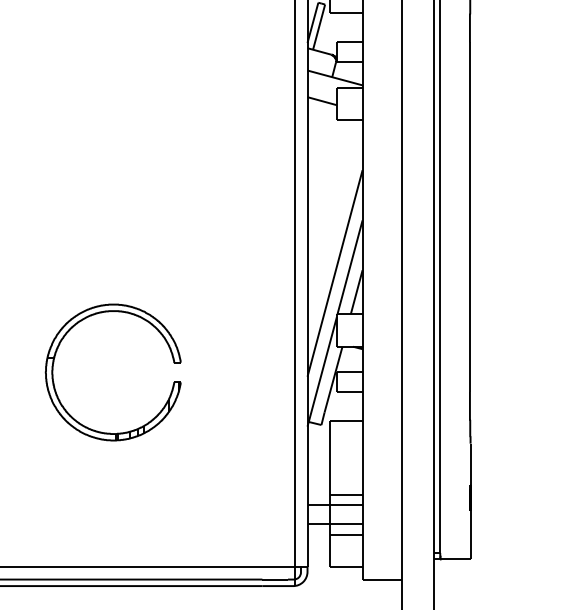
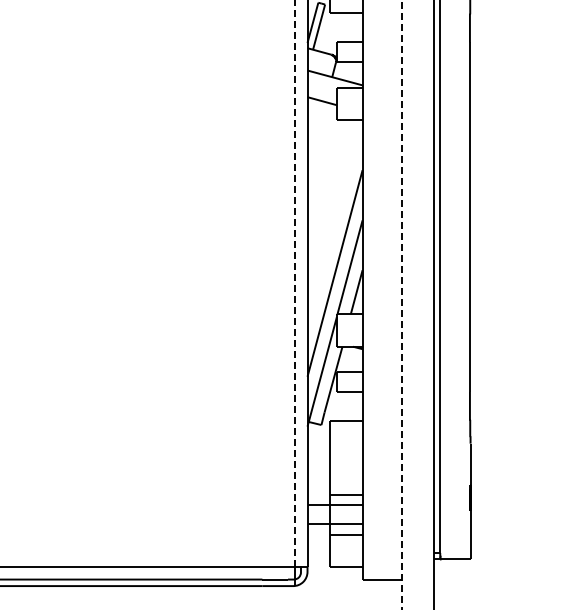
line at (294, 283): solid -> dashed
line at (401, 305): solid -> dashed
part at (54, 363): present -> none
